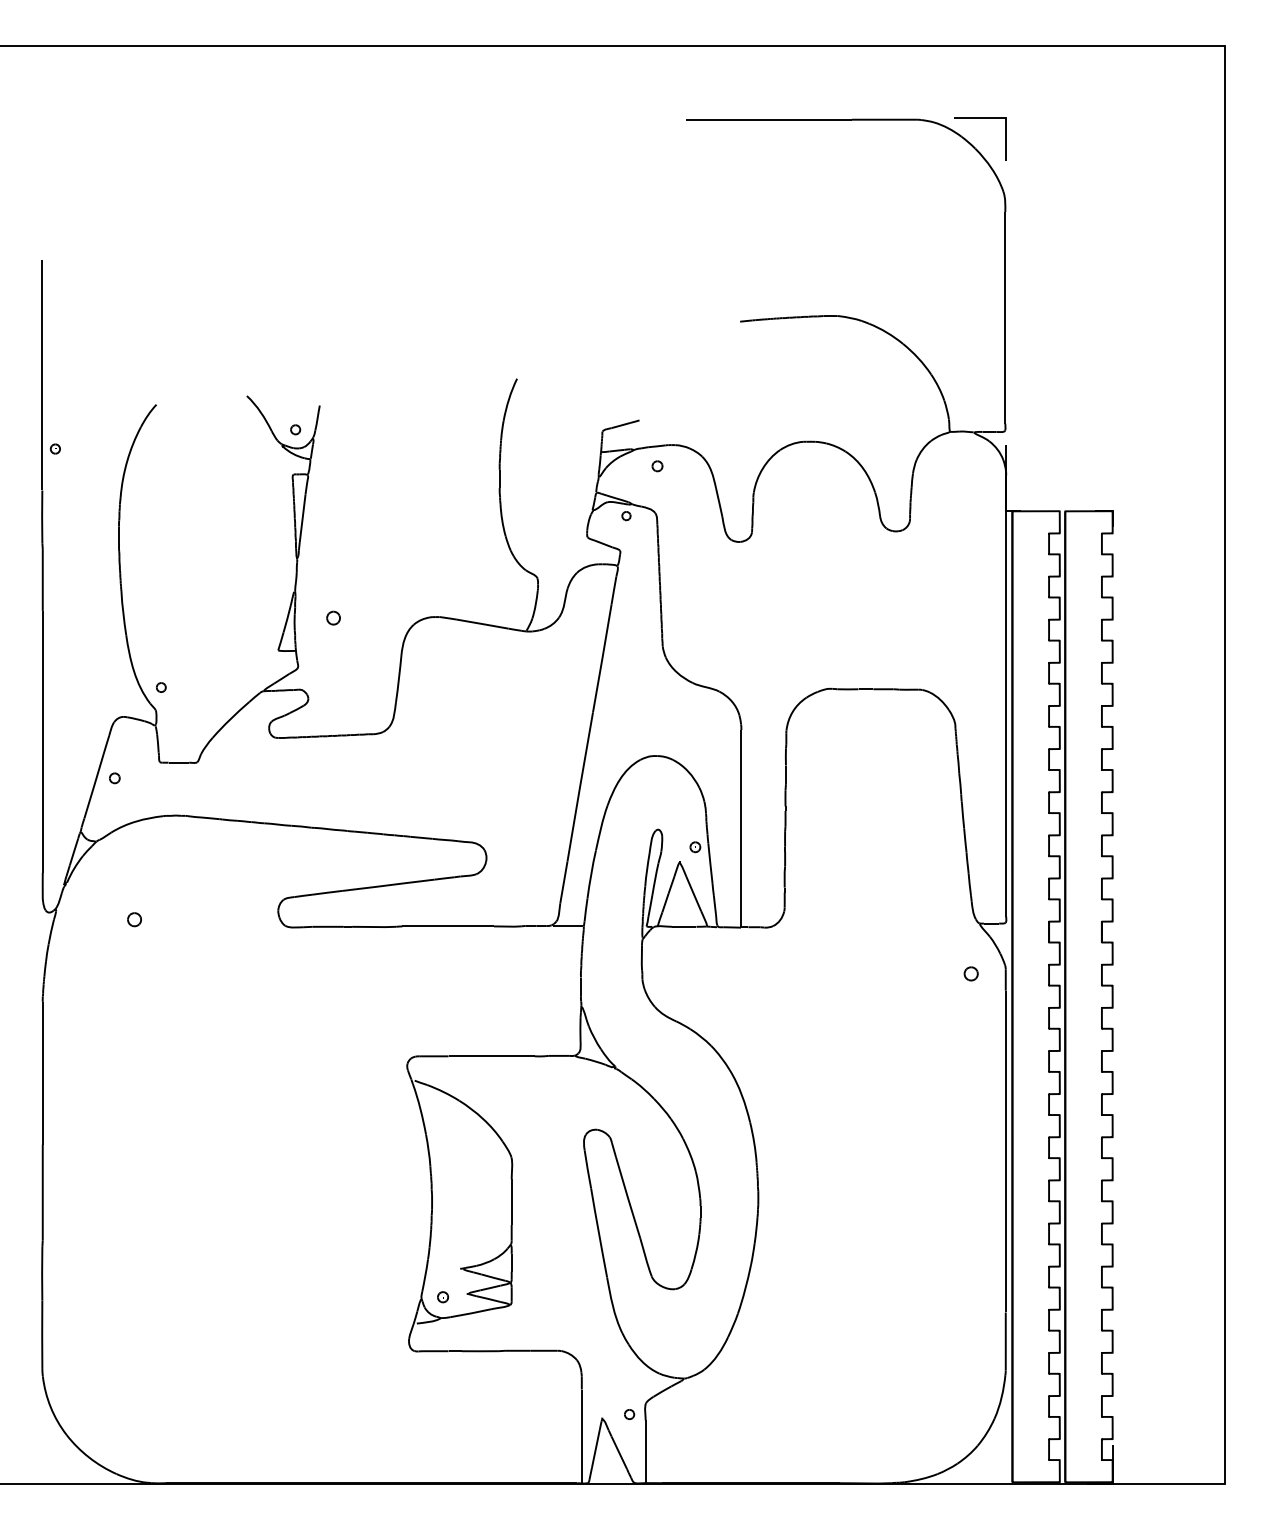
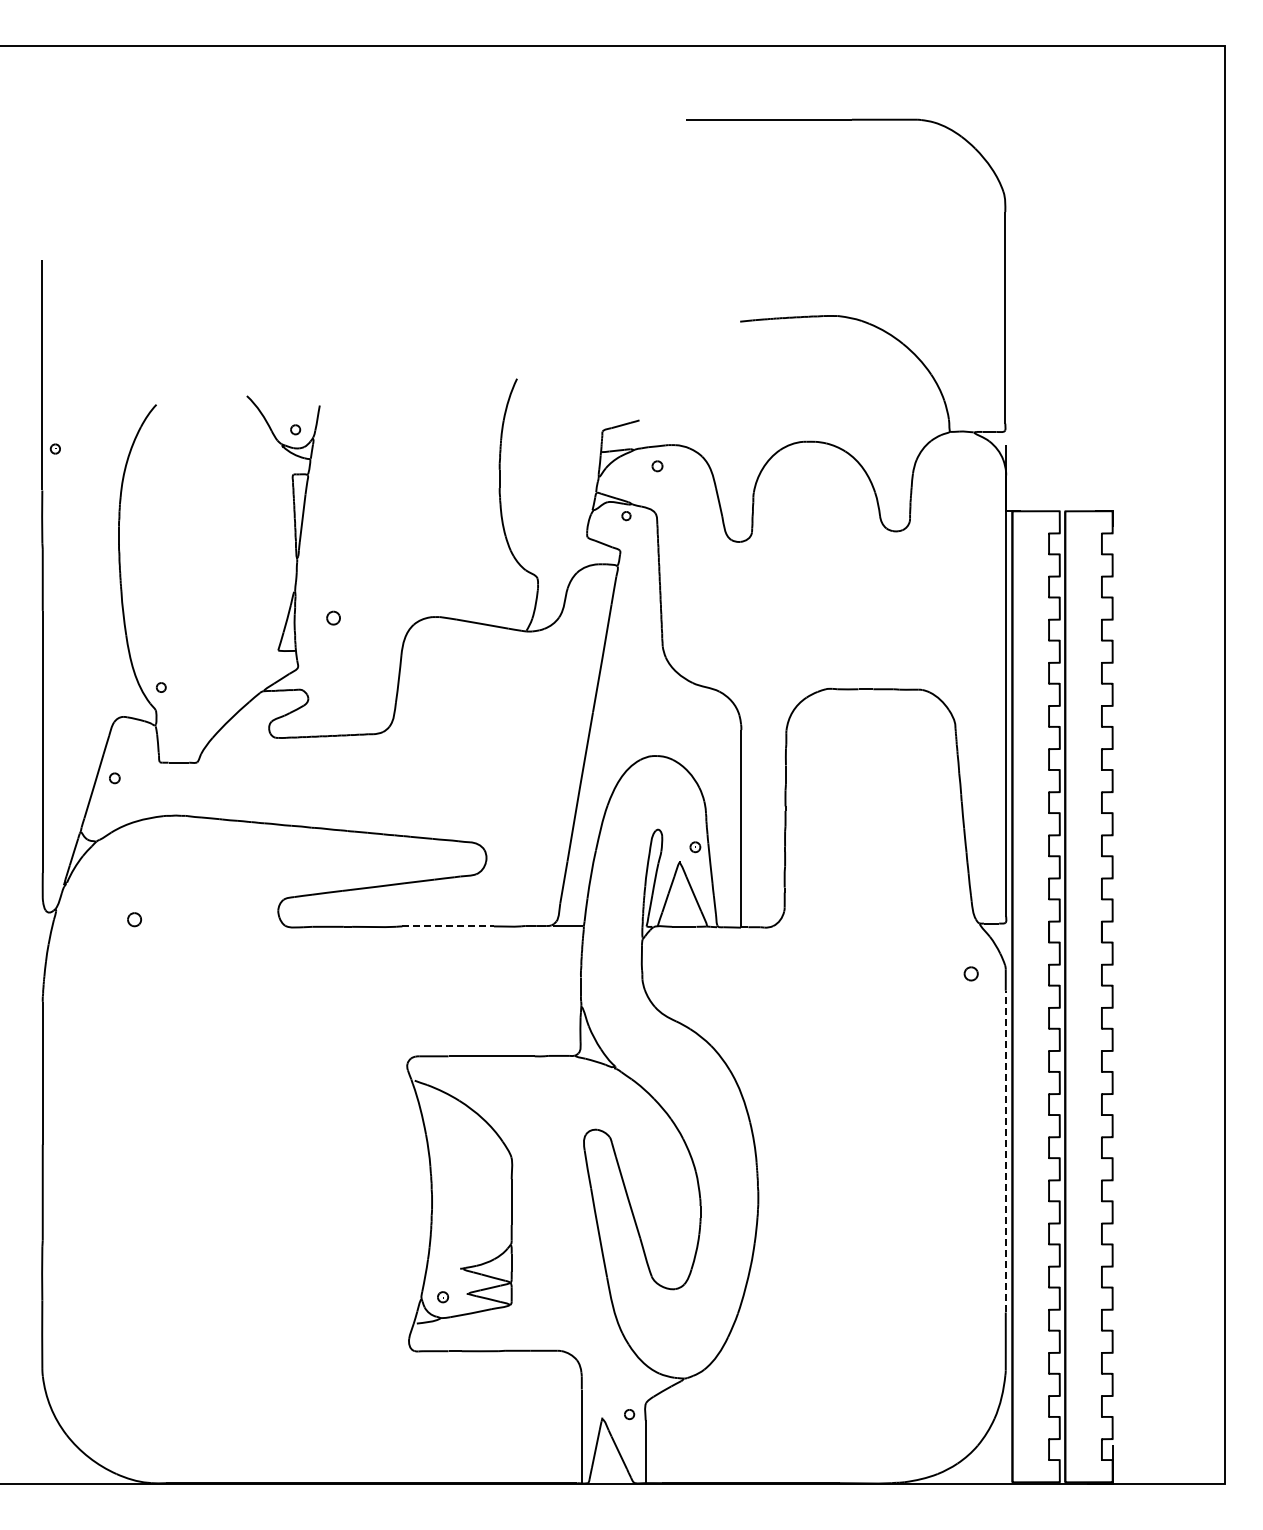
line at (980, 118): present -> none
line at (449, 926): solid -> dashed
line at (1005, 1150): solid -> dashed
